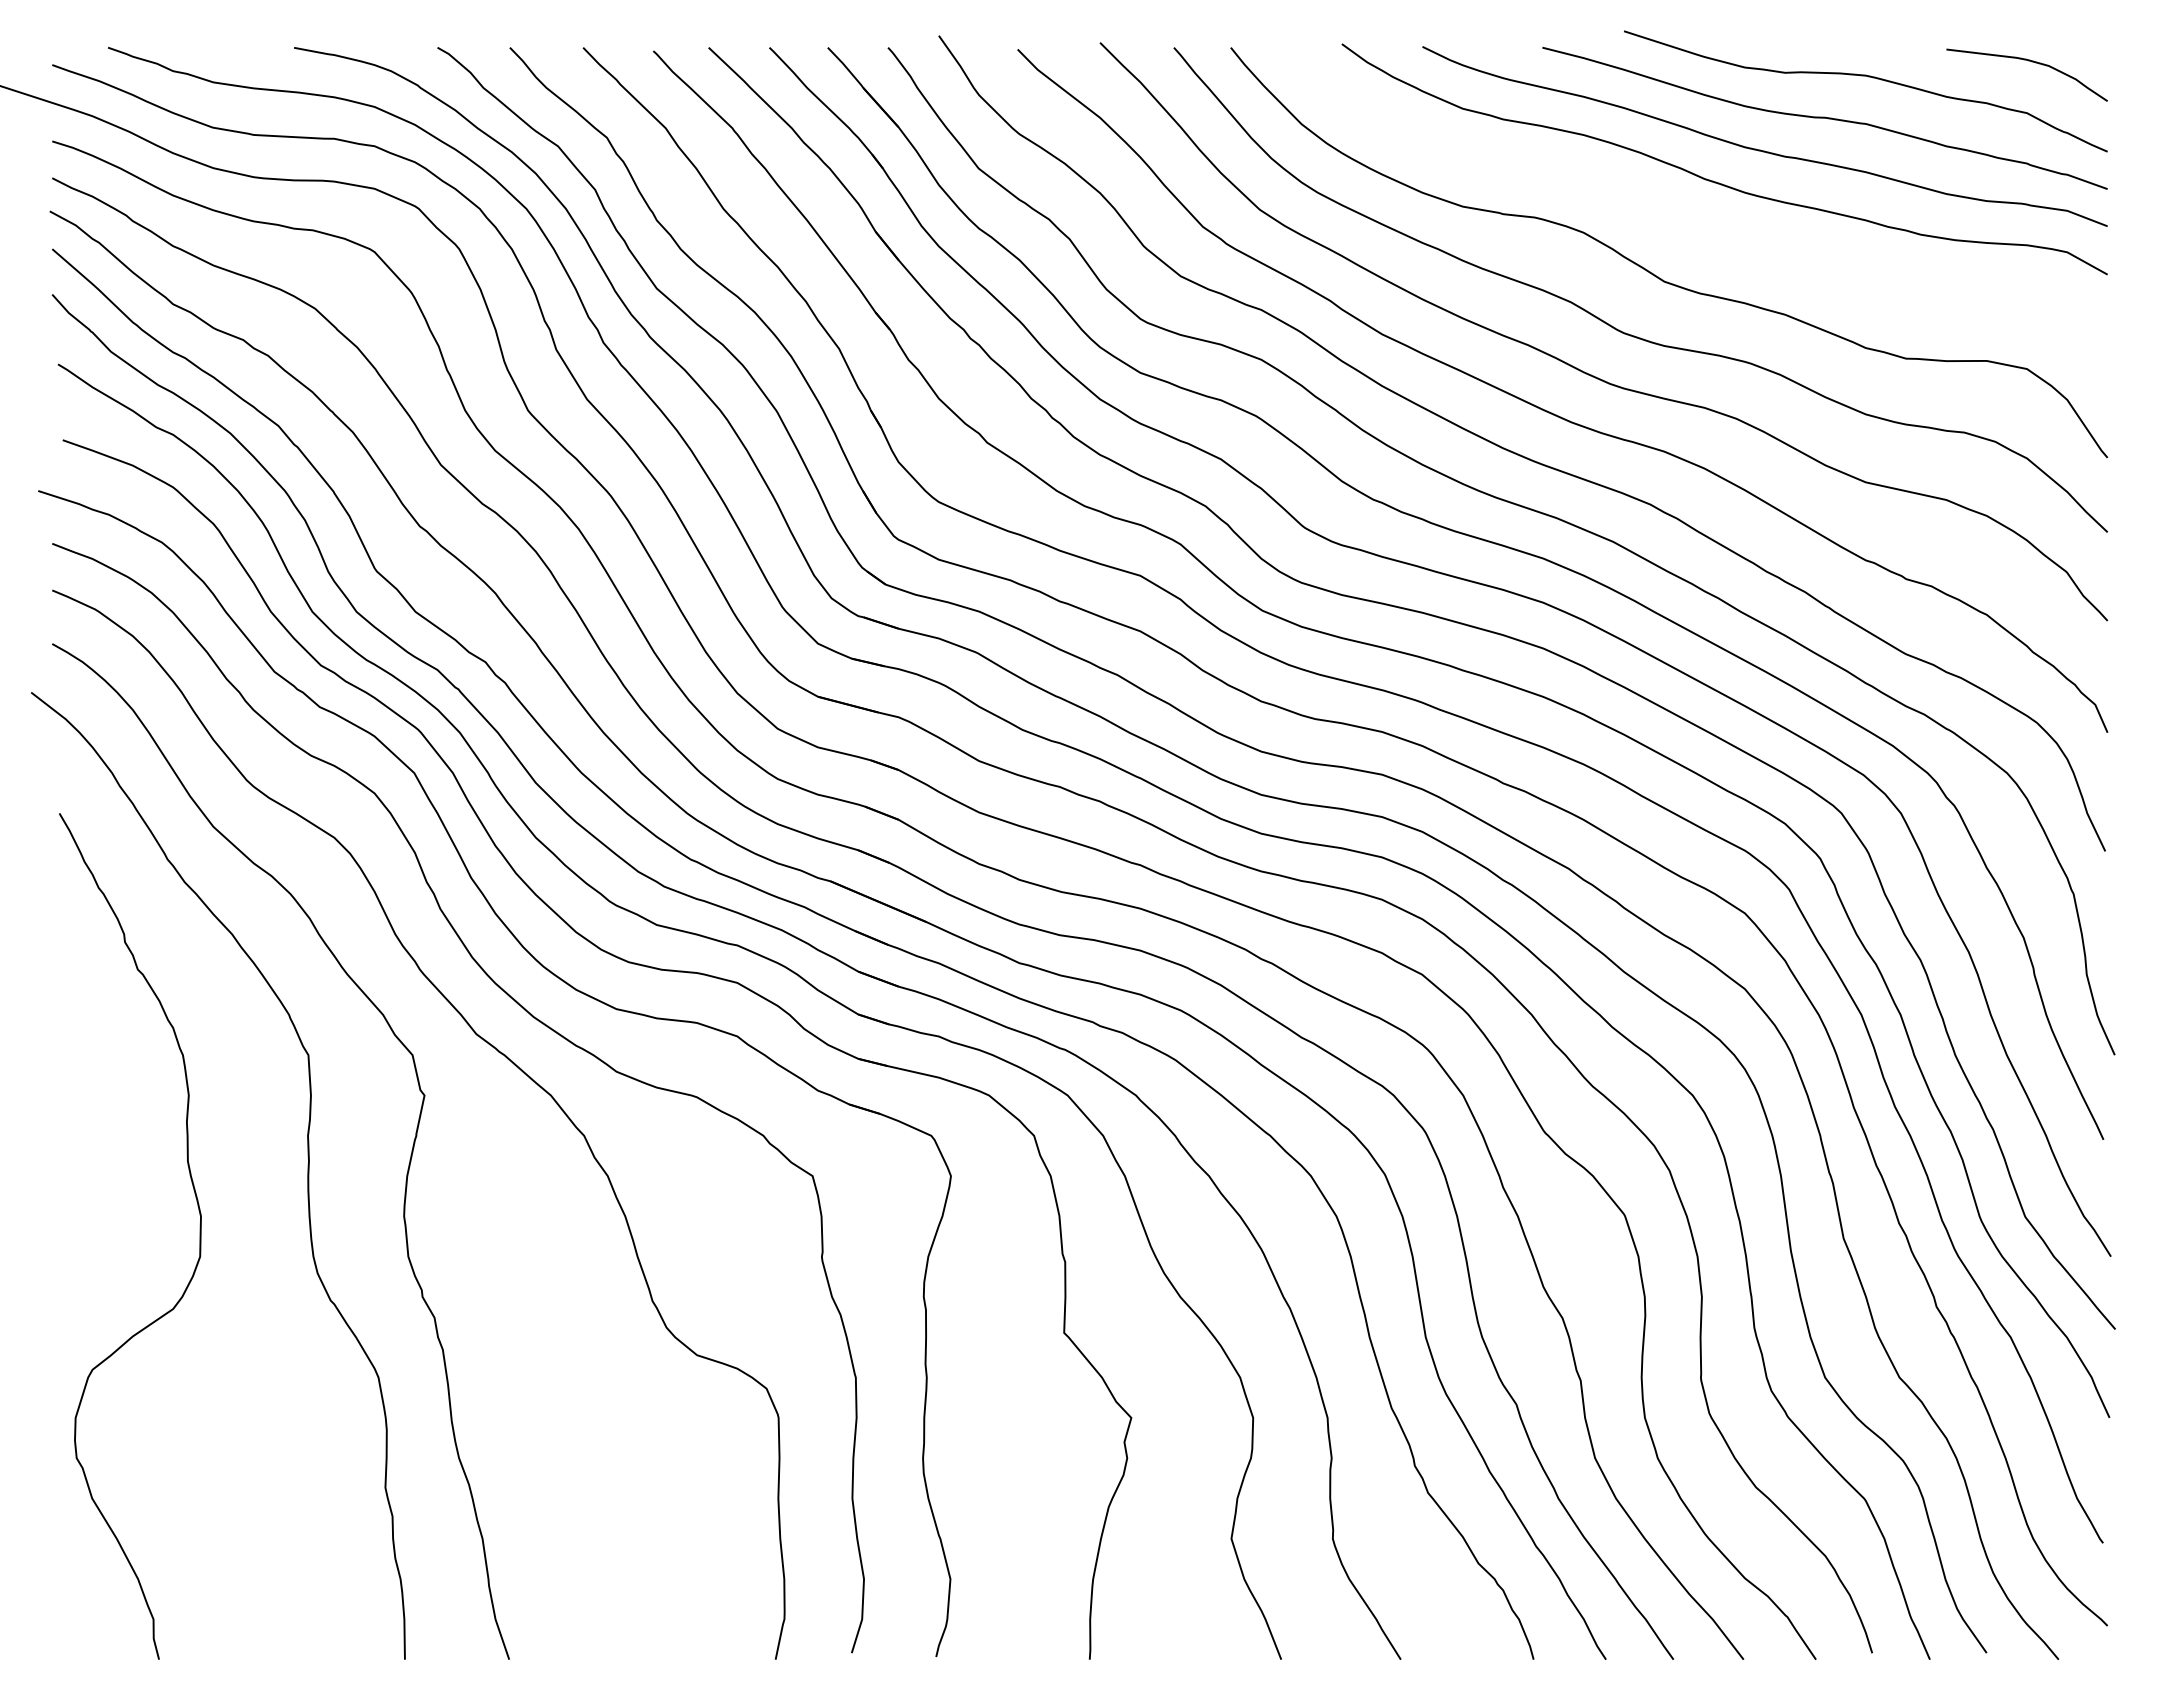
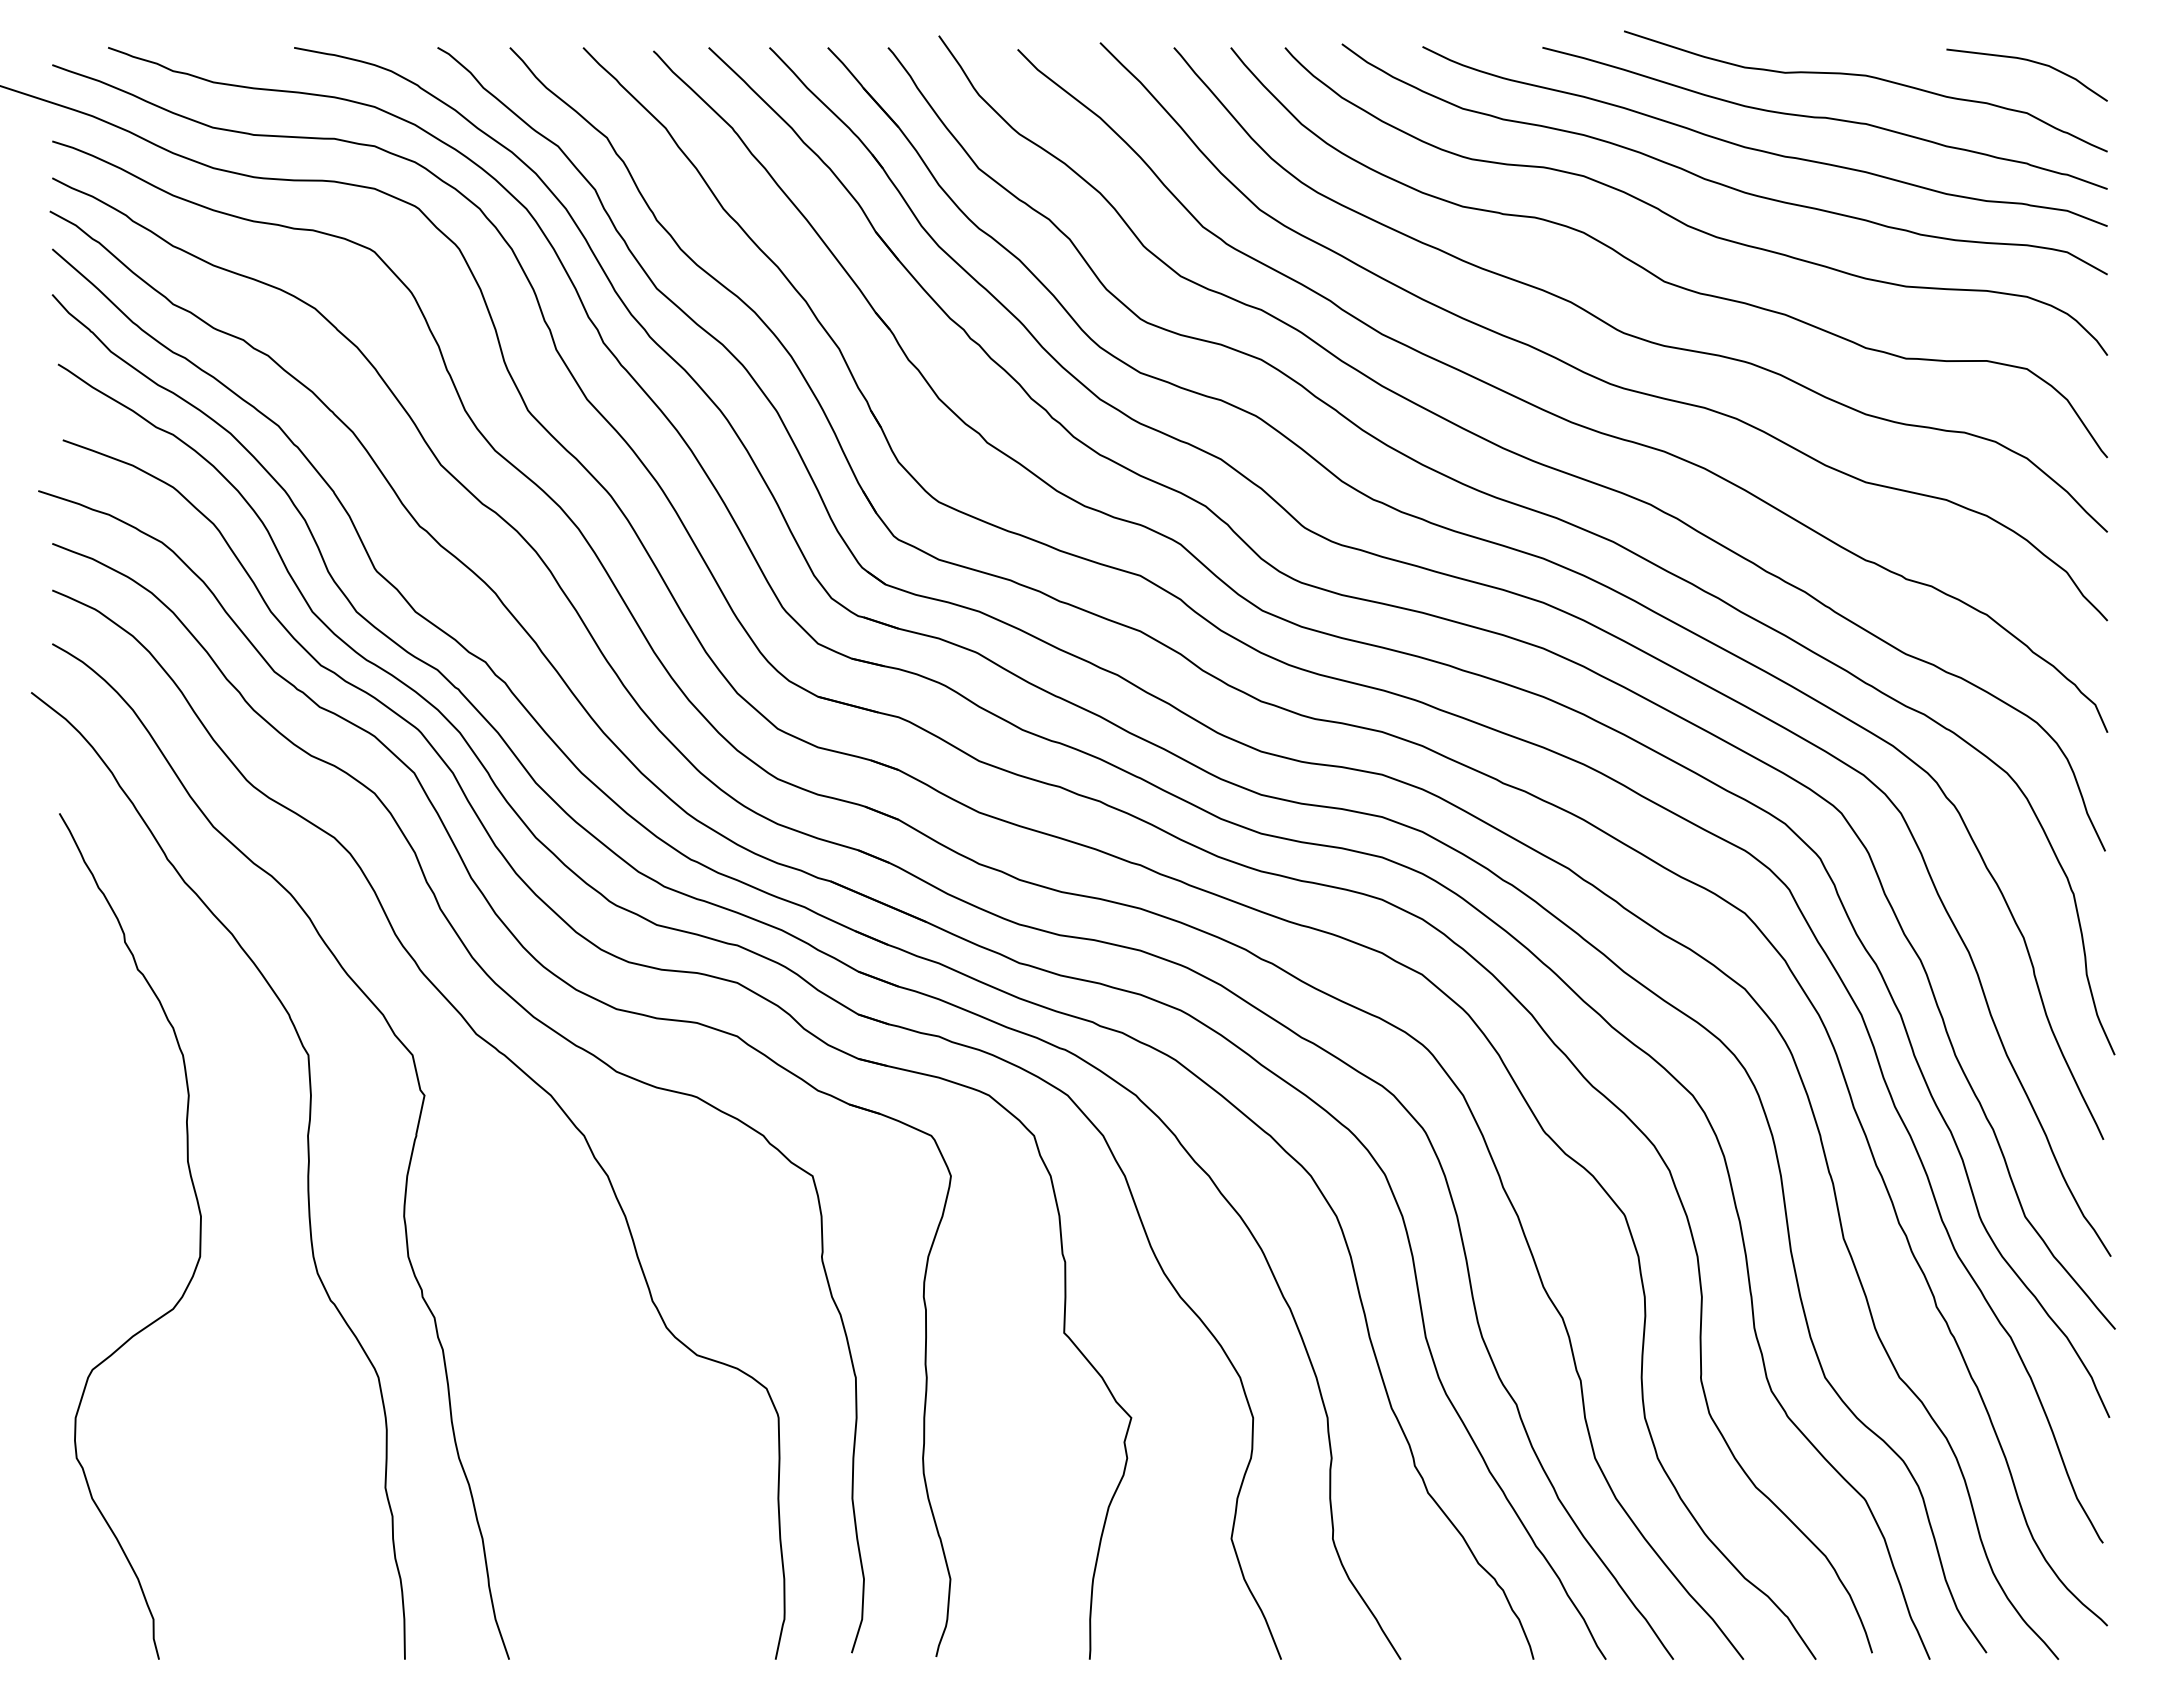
curve at (1682, 221): none -> present
